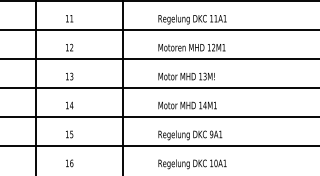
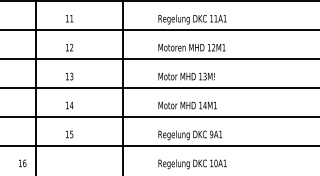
text at (69, 163) position: (69, 163) -> (22, 163)
